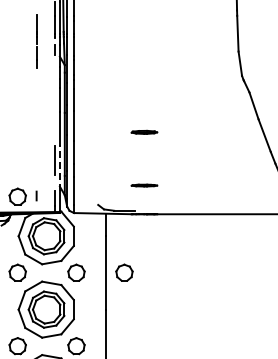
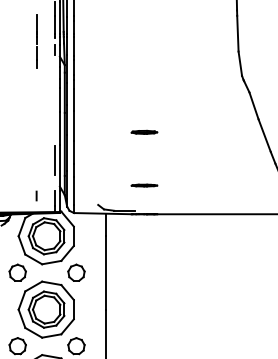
line at (59, 167): dashed -> solid
part at (17, 196): present -> none
part at (124, 272): present -> none
